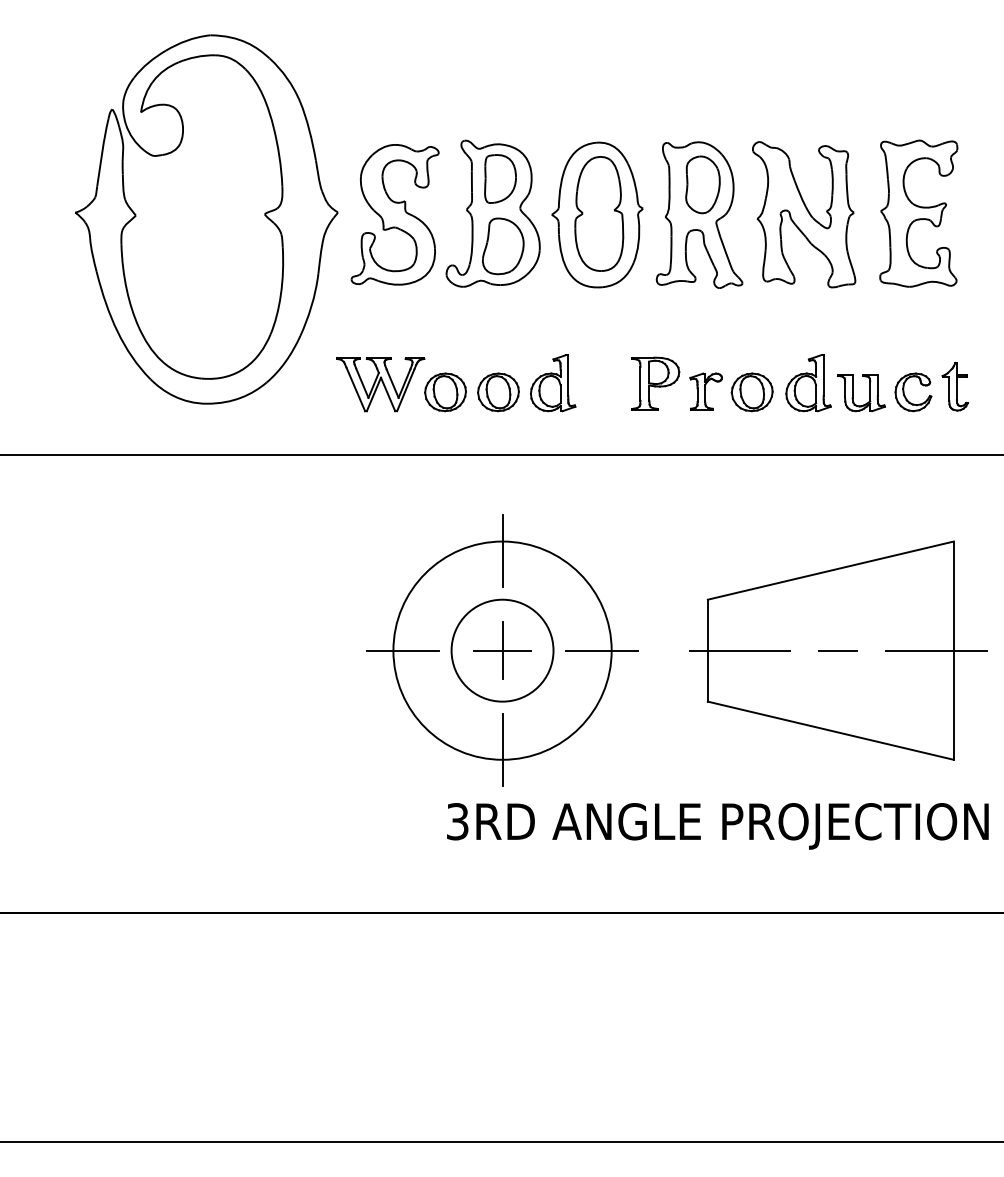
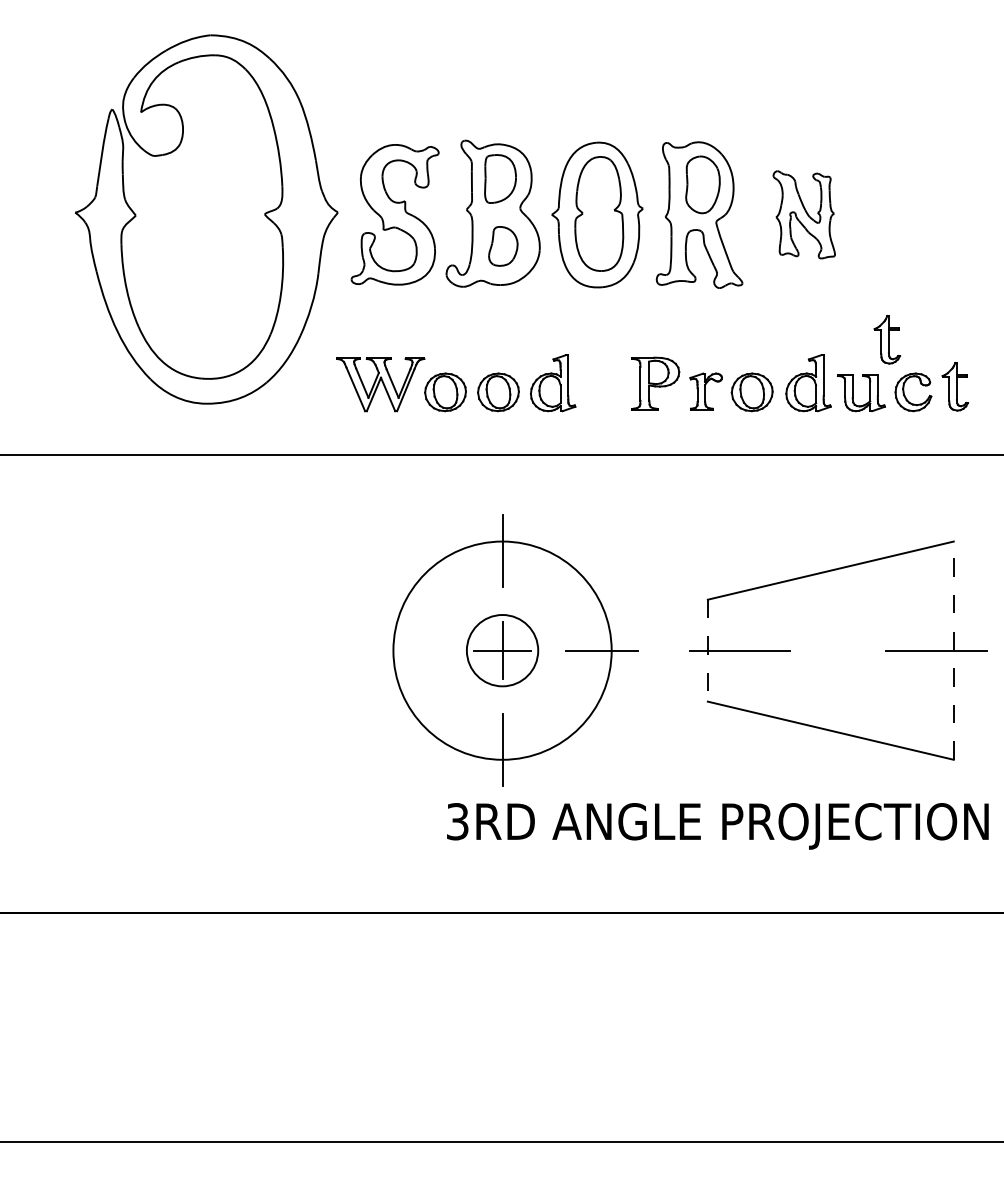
part at (918, 213): present -> none
part at (804, 214) size: 105x148 px -> 64x90 px
part at (503, 246) size: 43x59 px -> 31x41 px
part at (887, 339): none -> present
line at (402, 650): present -> none
circle at (502, 650) diameter: 102 px -> 71 px
line at (707, 650): solid -> dashed
line at (838, 650): present -> none
line at (953, 650): solid -> dashed
